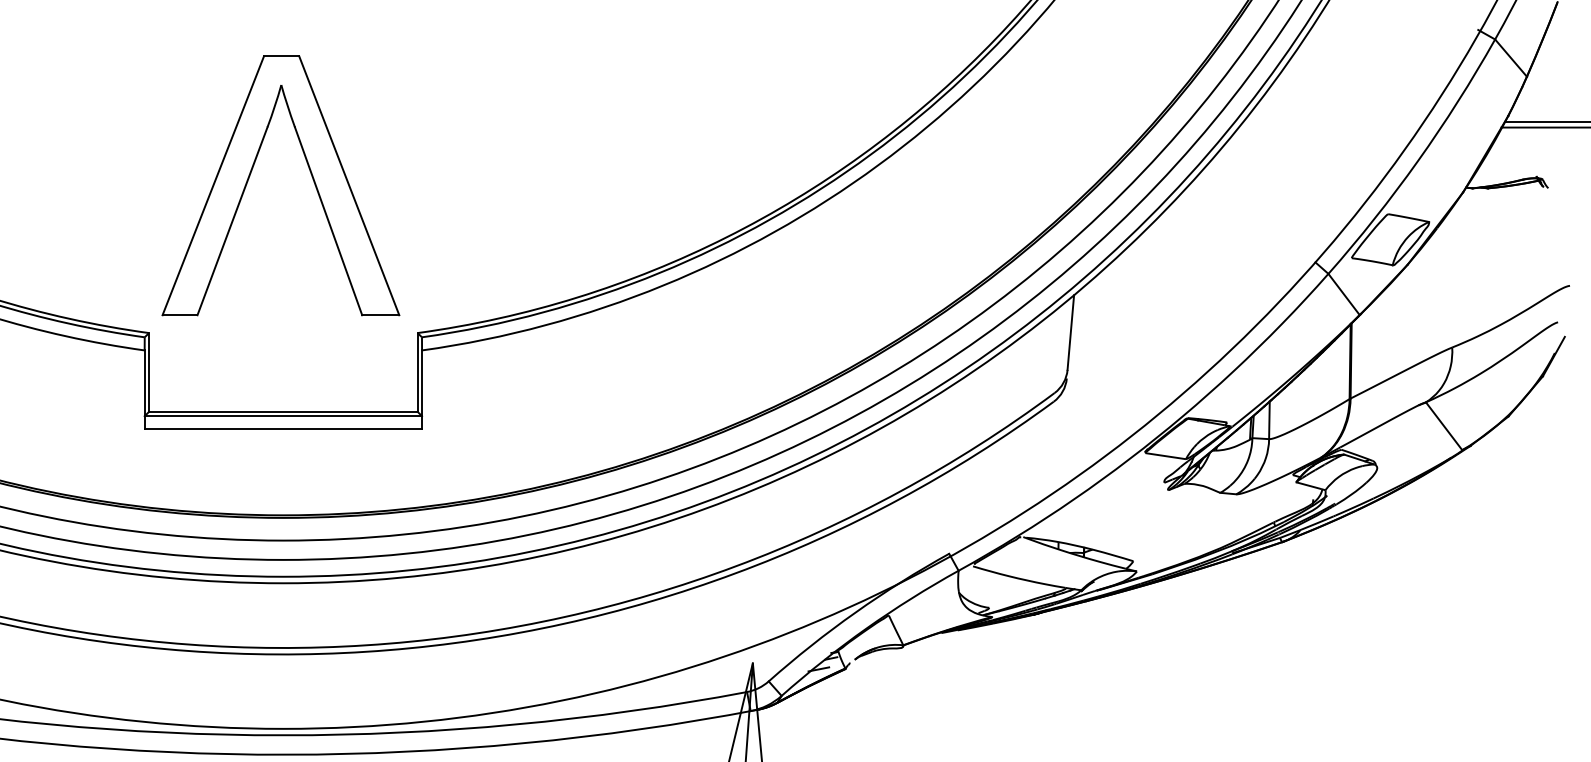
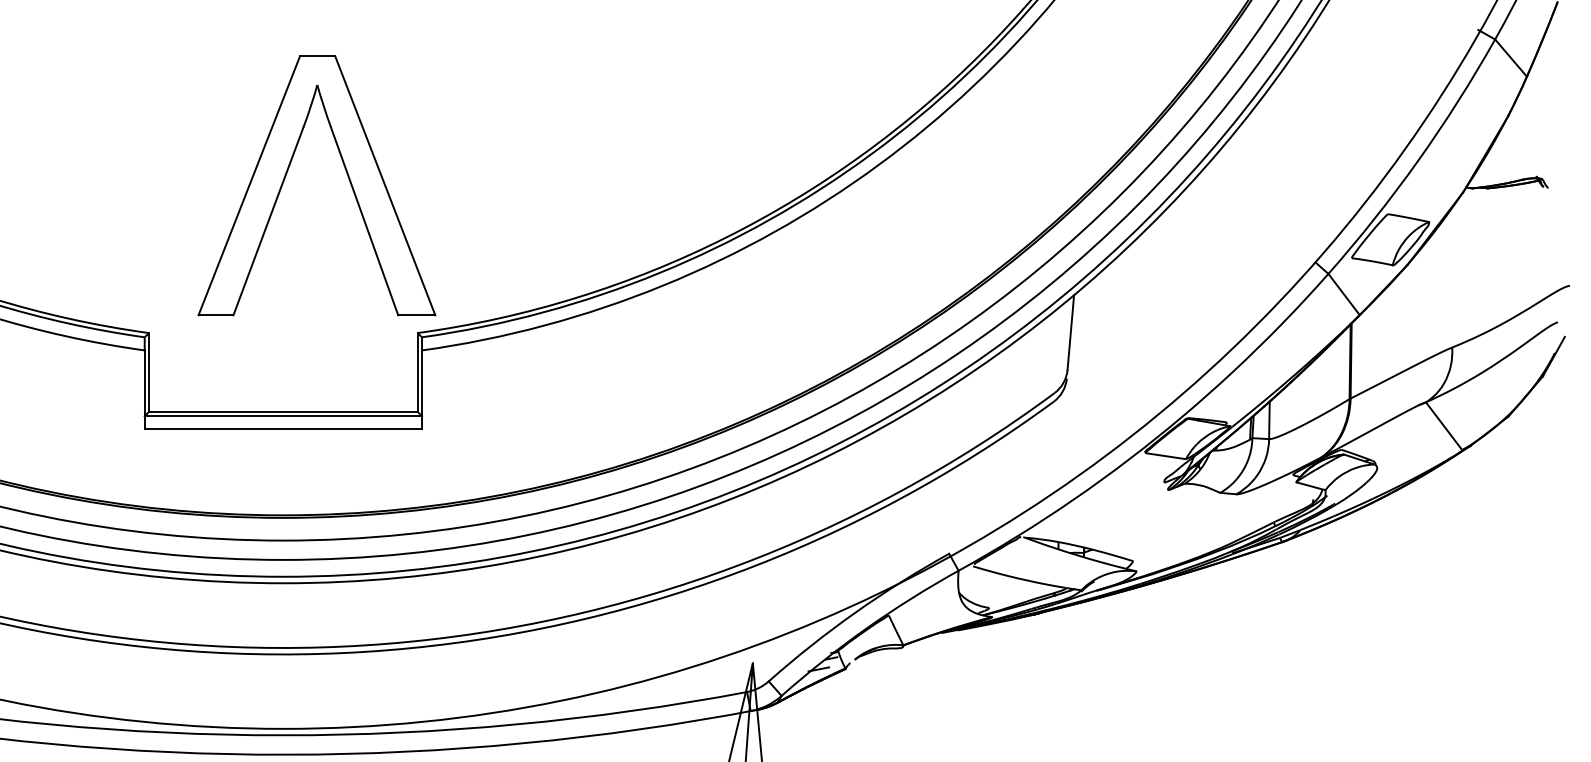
line at (1545, 121): present -> none
line at (1544, 127): present -> none
part at (250, 176) position: (250, 176) -> (286, 176)
